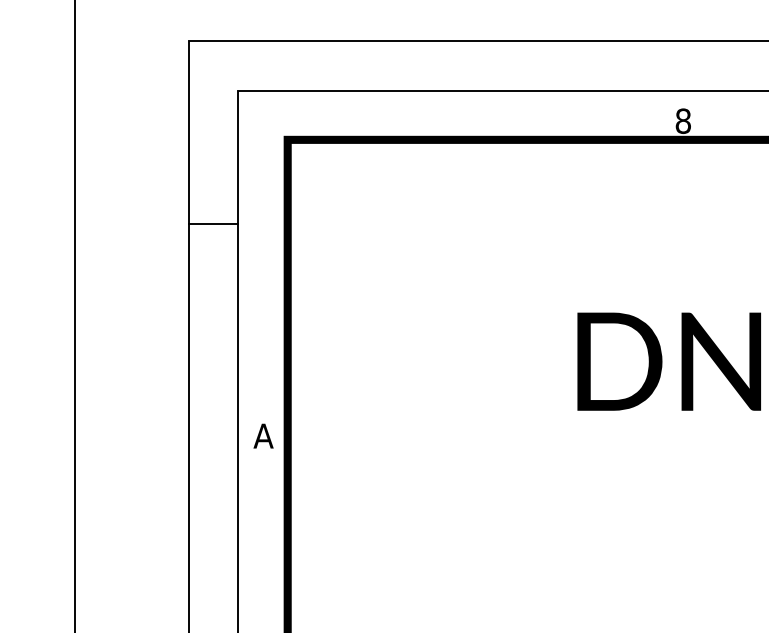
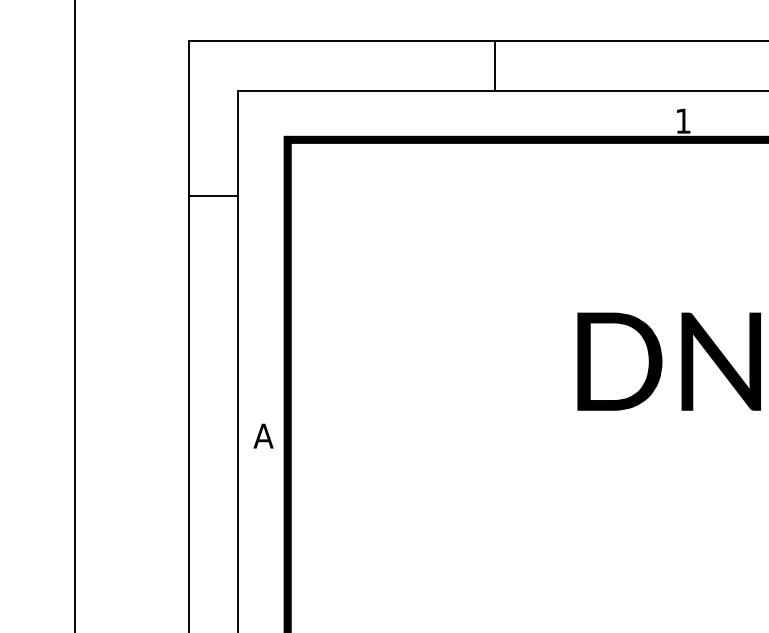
line at (494, 65): none -> present
text at (682, 120): 8 -> 1
line at (213, 224) position: (213, 224) -> (213, 196)
